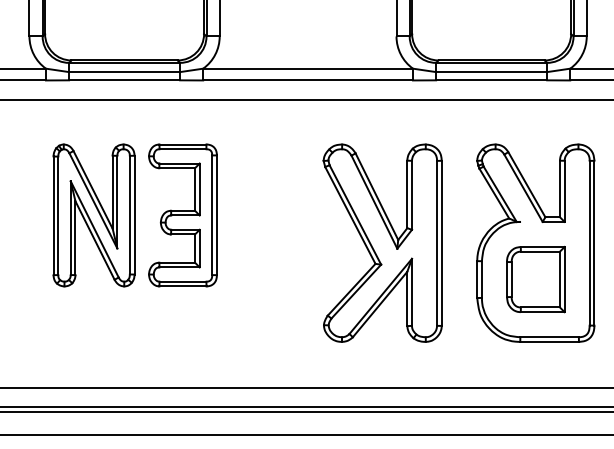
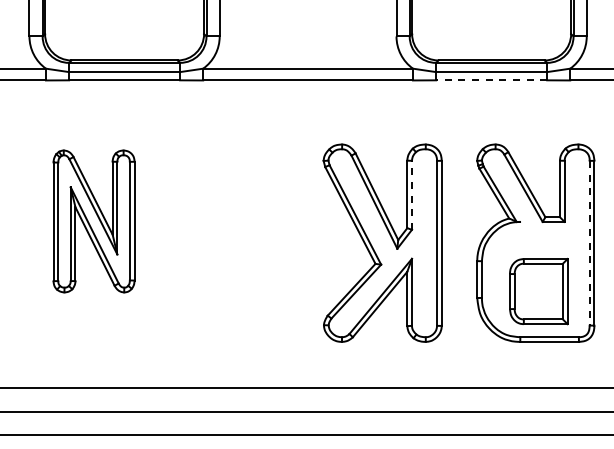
line at (491, 80): solid -> dashed
line at (306, 100): present -> none
line at (411, 194): solid -> dashed
part at (93, 215) position: (93, 215) -> (93, 221)
part at (182, 215): present -> none
line at (589, 243): solid -> dashed
part at (535, 279) position: (535, 279) -> (538, 291)
line at (306, 407): present -> none
